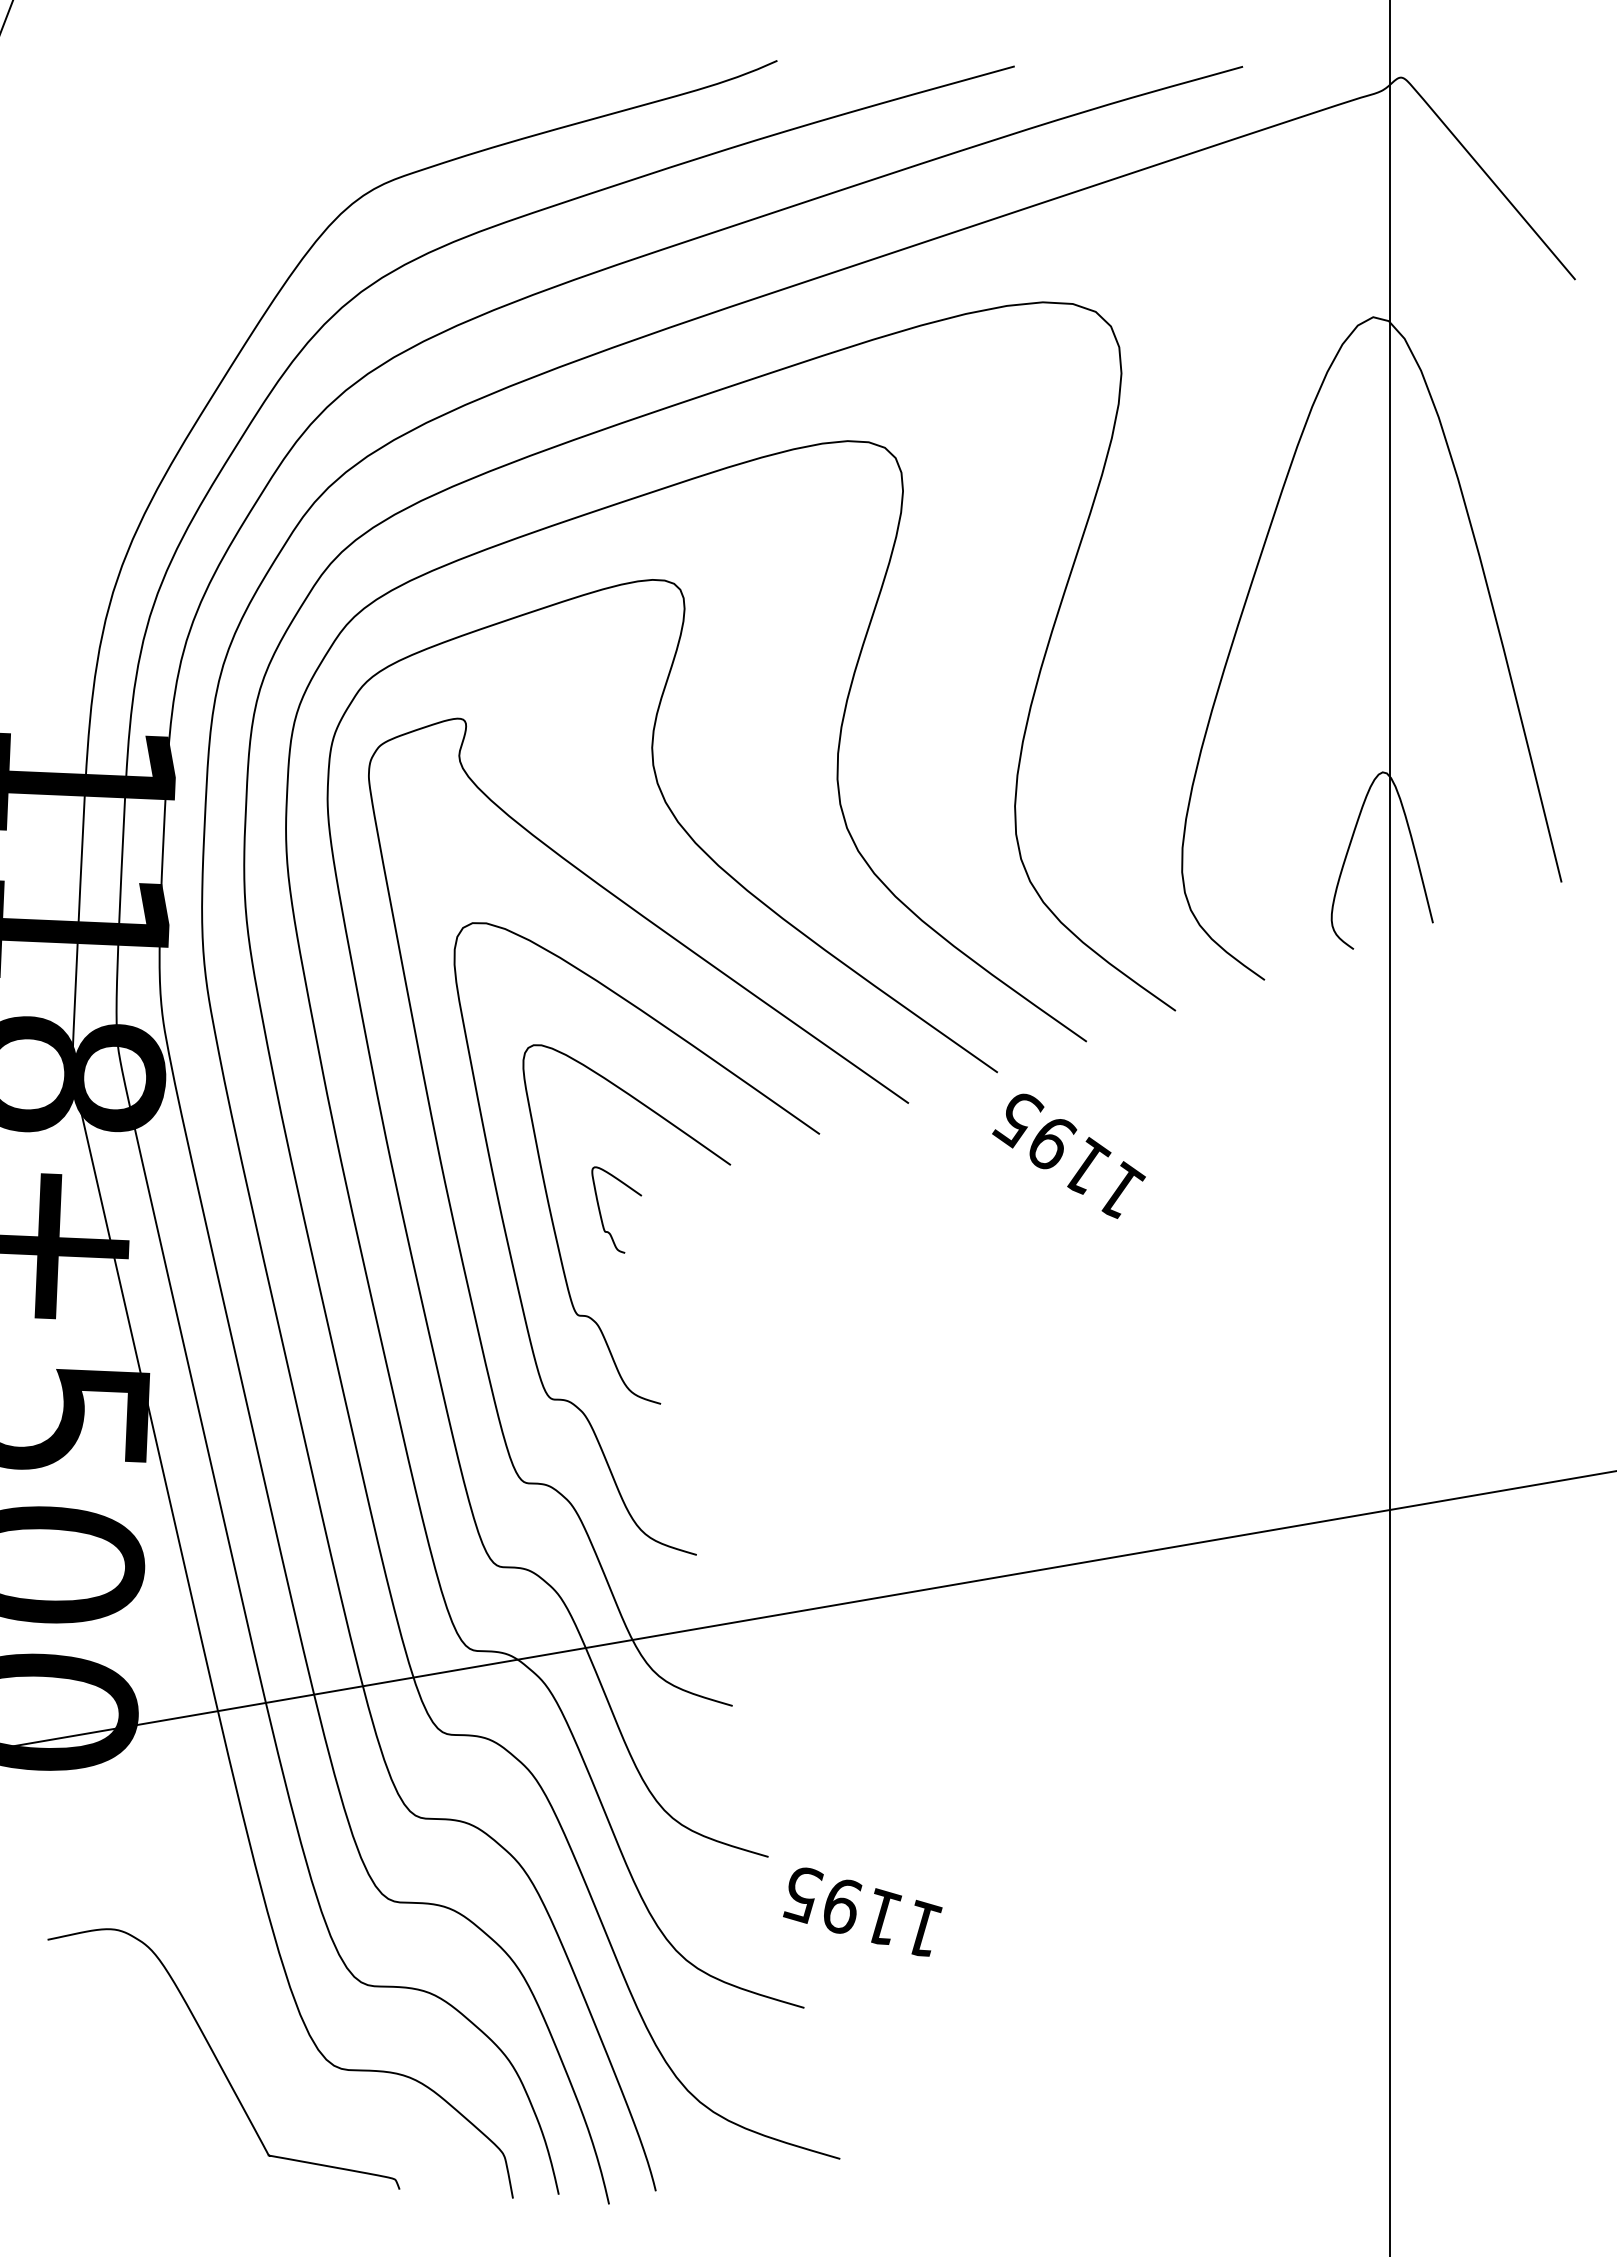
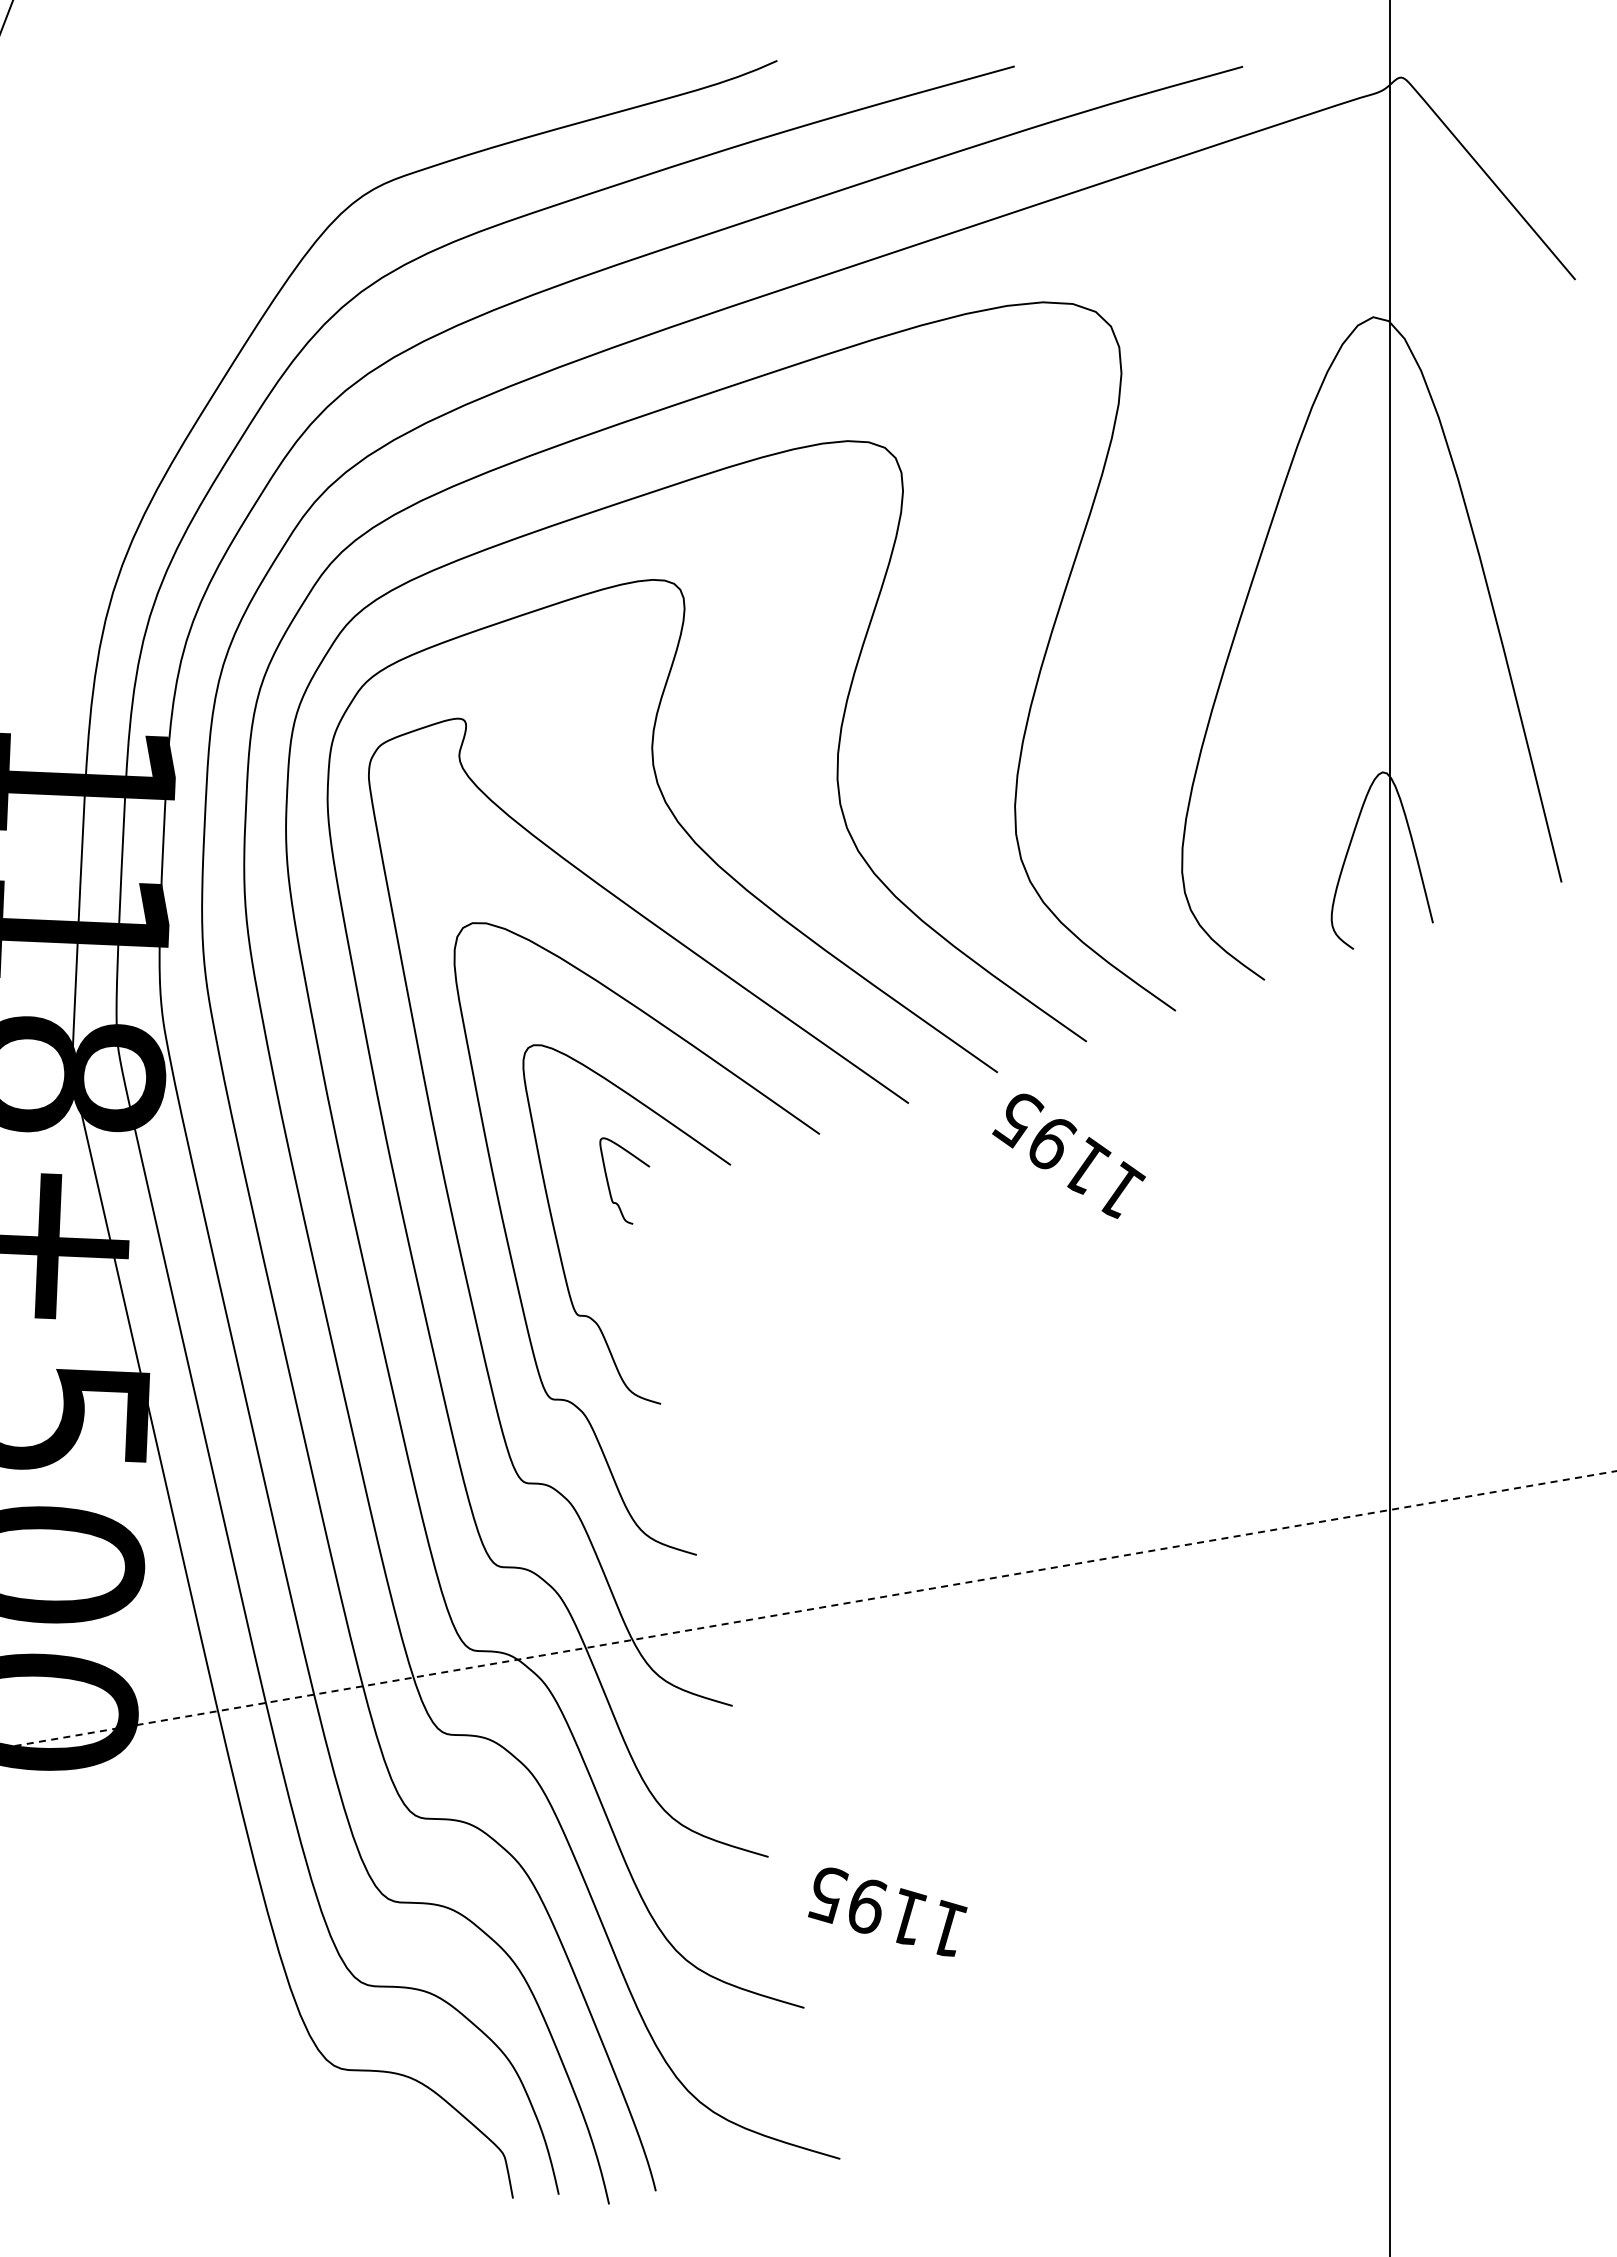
curve at (601, 1213) position: (601, 1213) -> (609, 1184)
line at (808, 1609): solid -> dashed
text at (862, 1911) position: (862, 1911) -> (887, 1911)
curve at (219, 2061): present -> none
